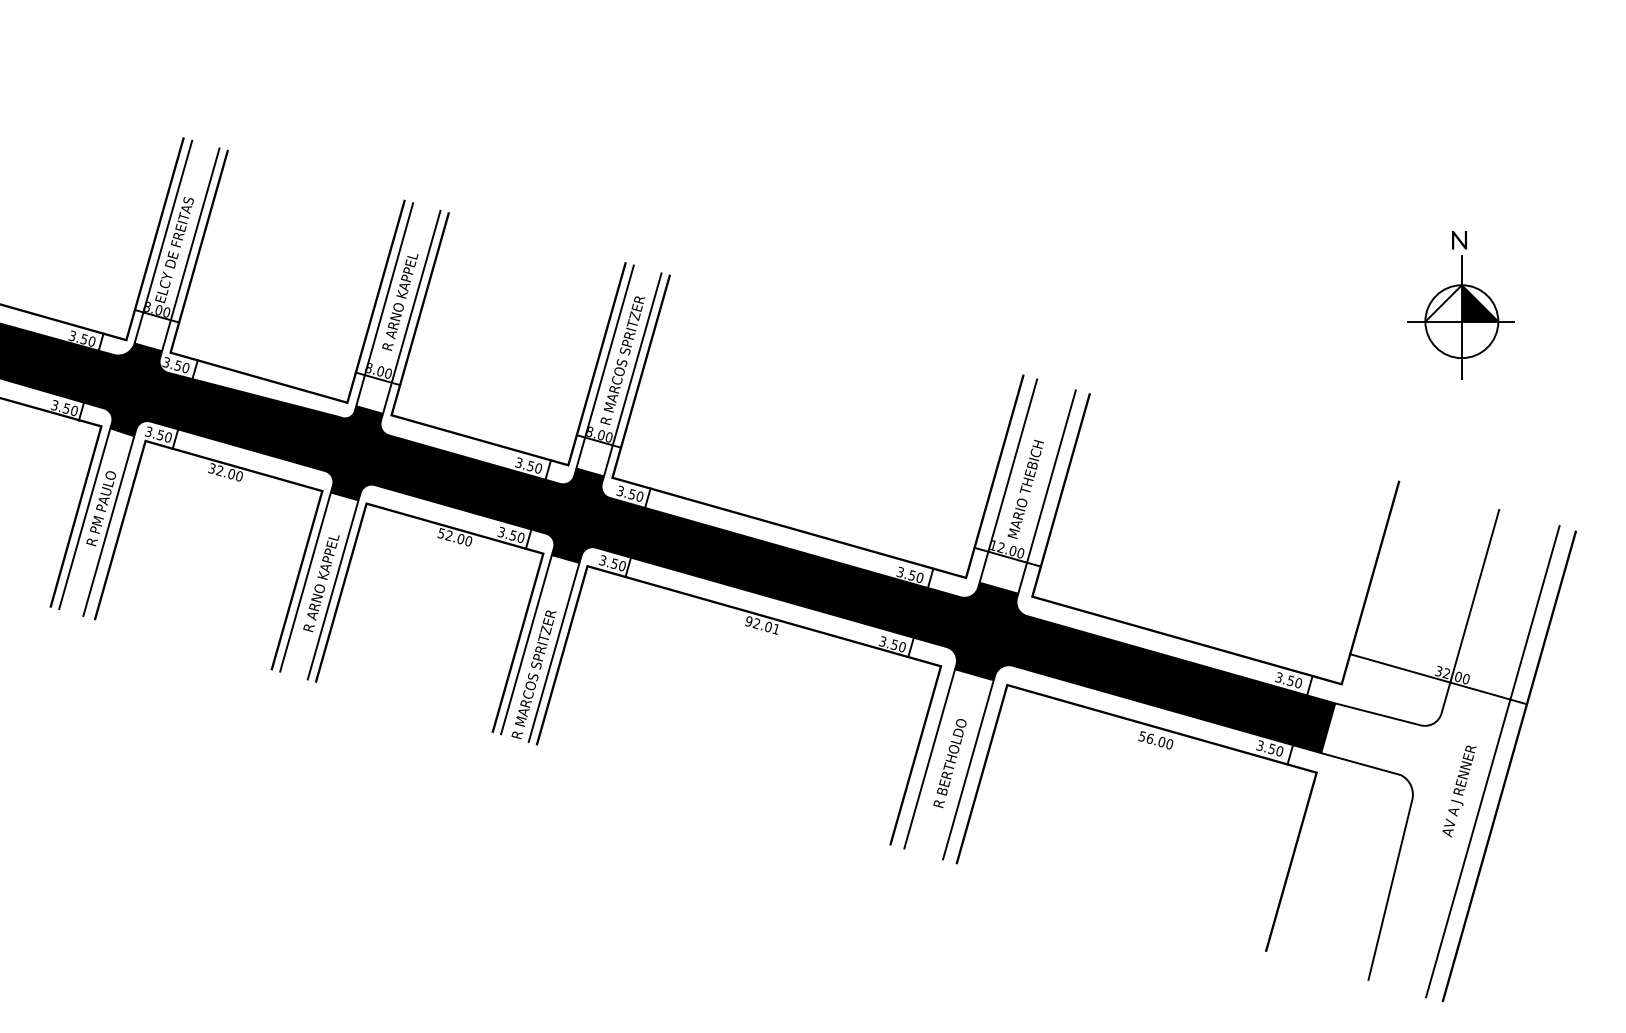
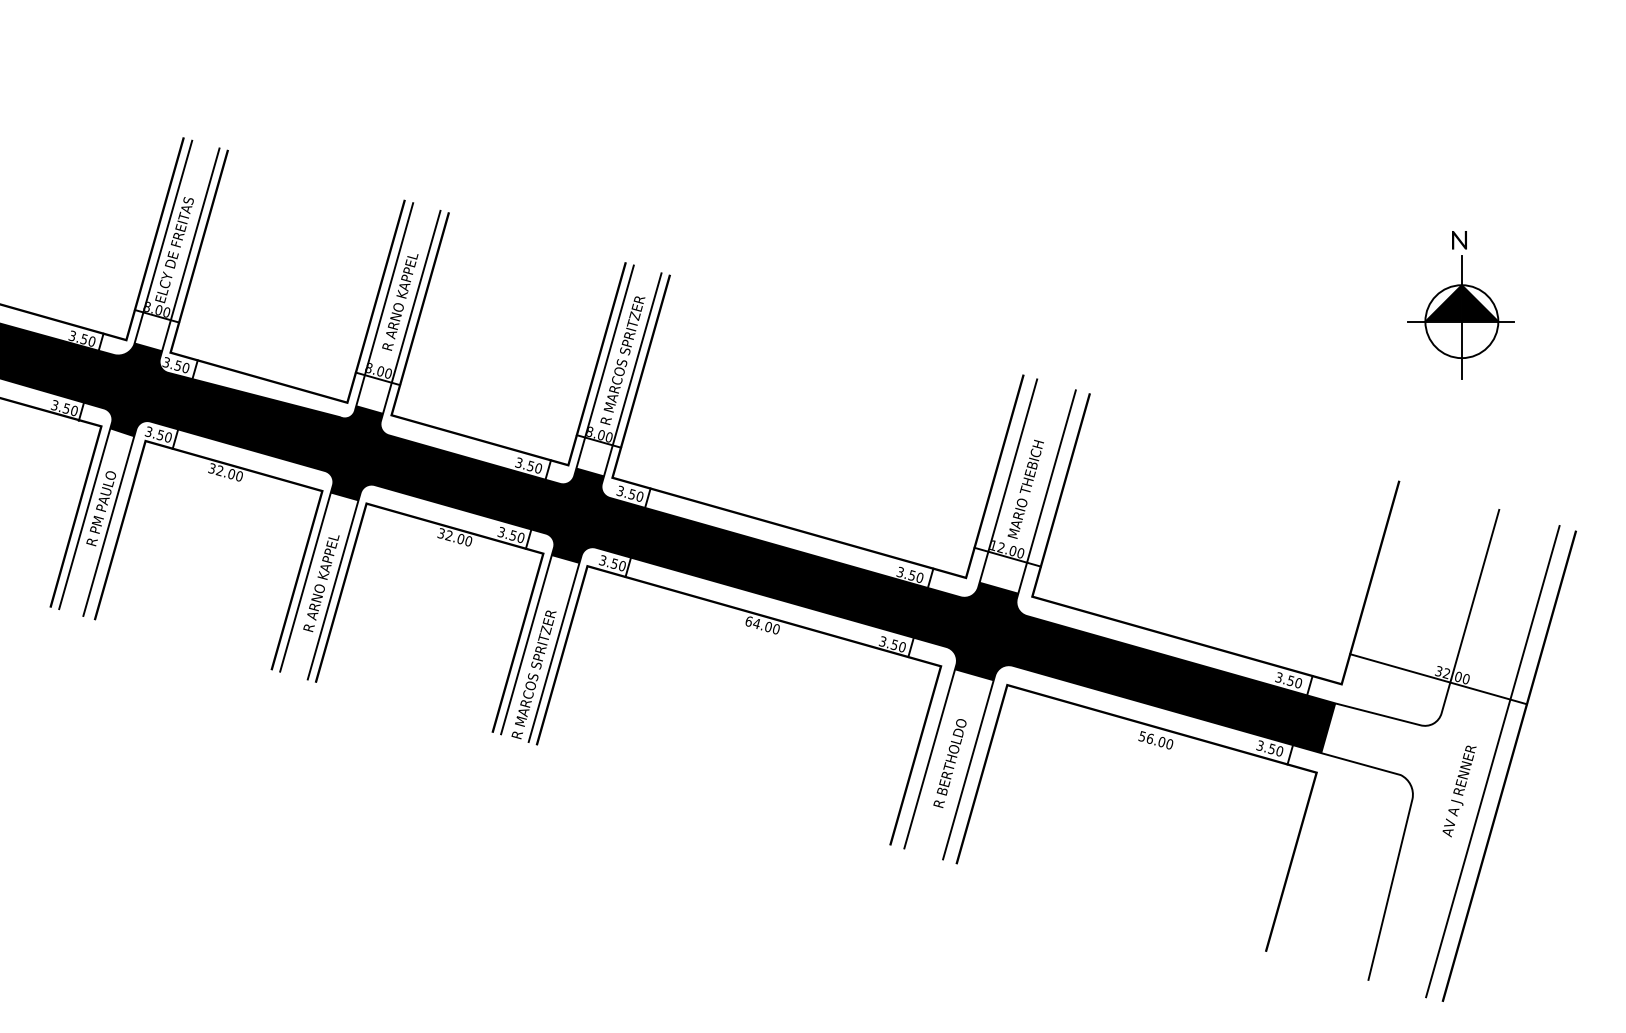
fill at (1443, 303): none -> present
text at (441, 533): 52.00 -> 32.00
text at (762, 625): 92.01 -> 64.00
